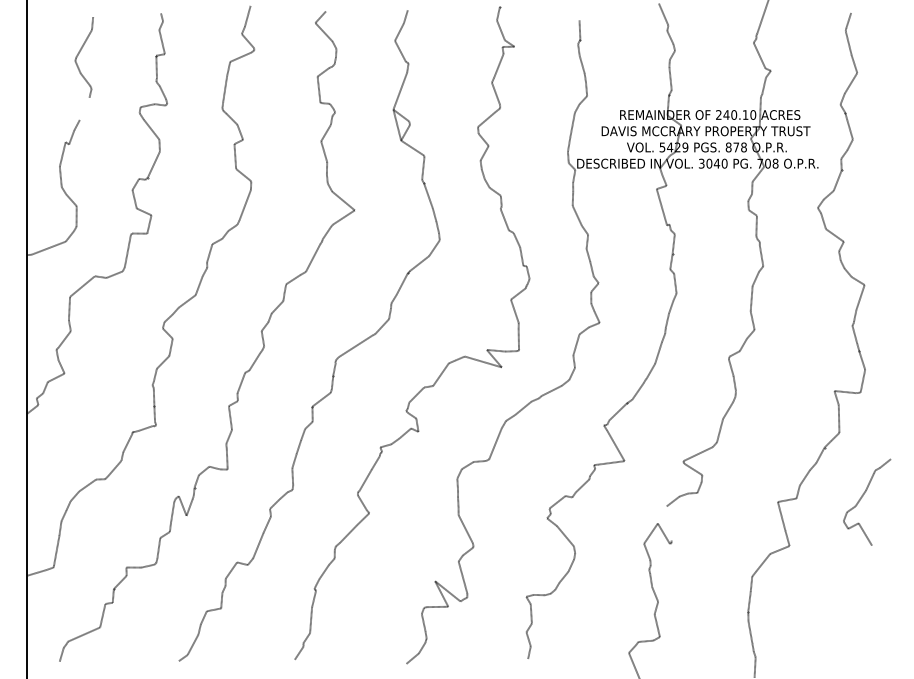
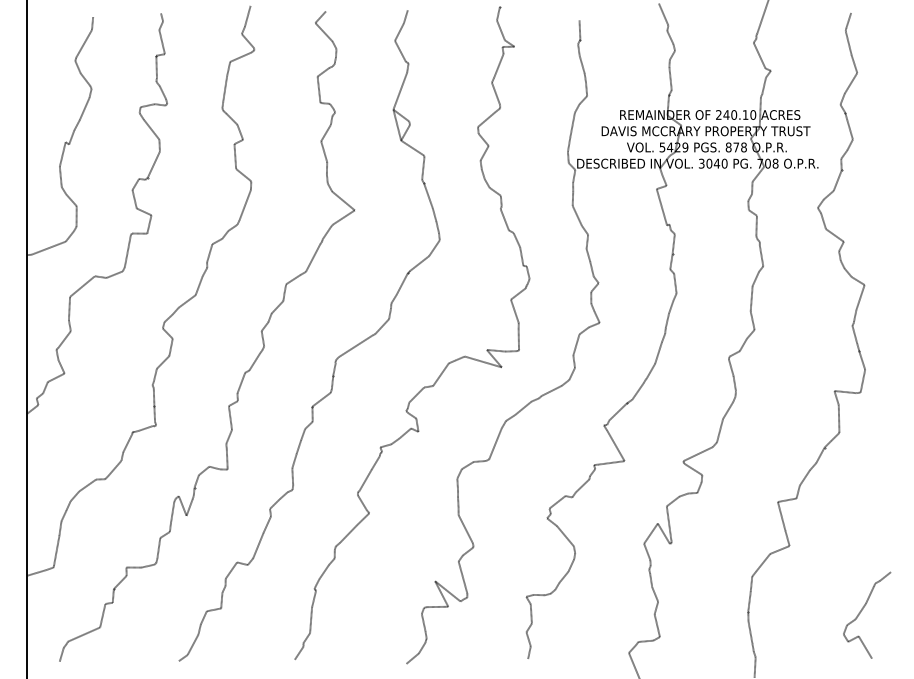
line at (84, 108): none -> present
part at (861, 499) position: (861, 499) -> (861, 612)
line at (668, 523): none -> present
